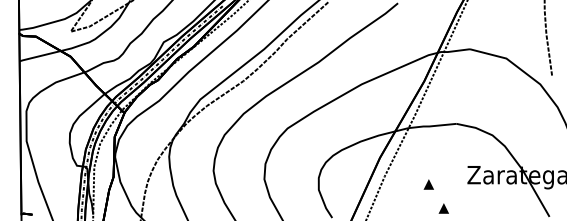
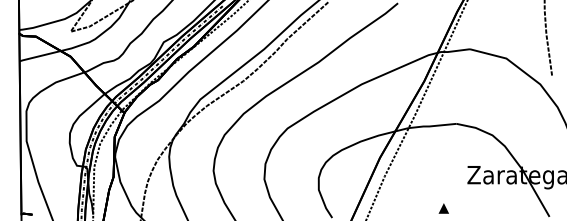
part at (428, 184): present -> none
